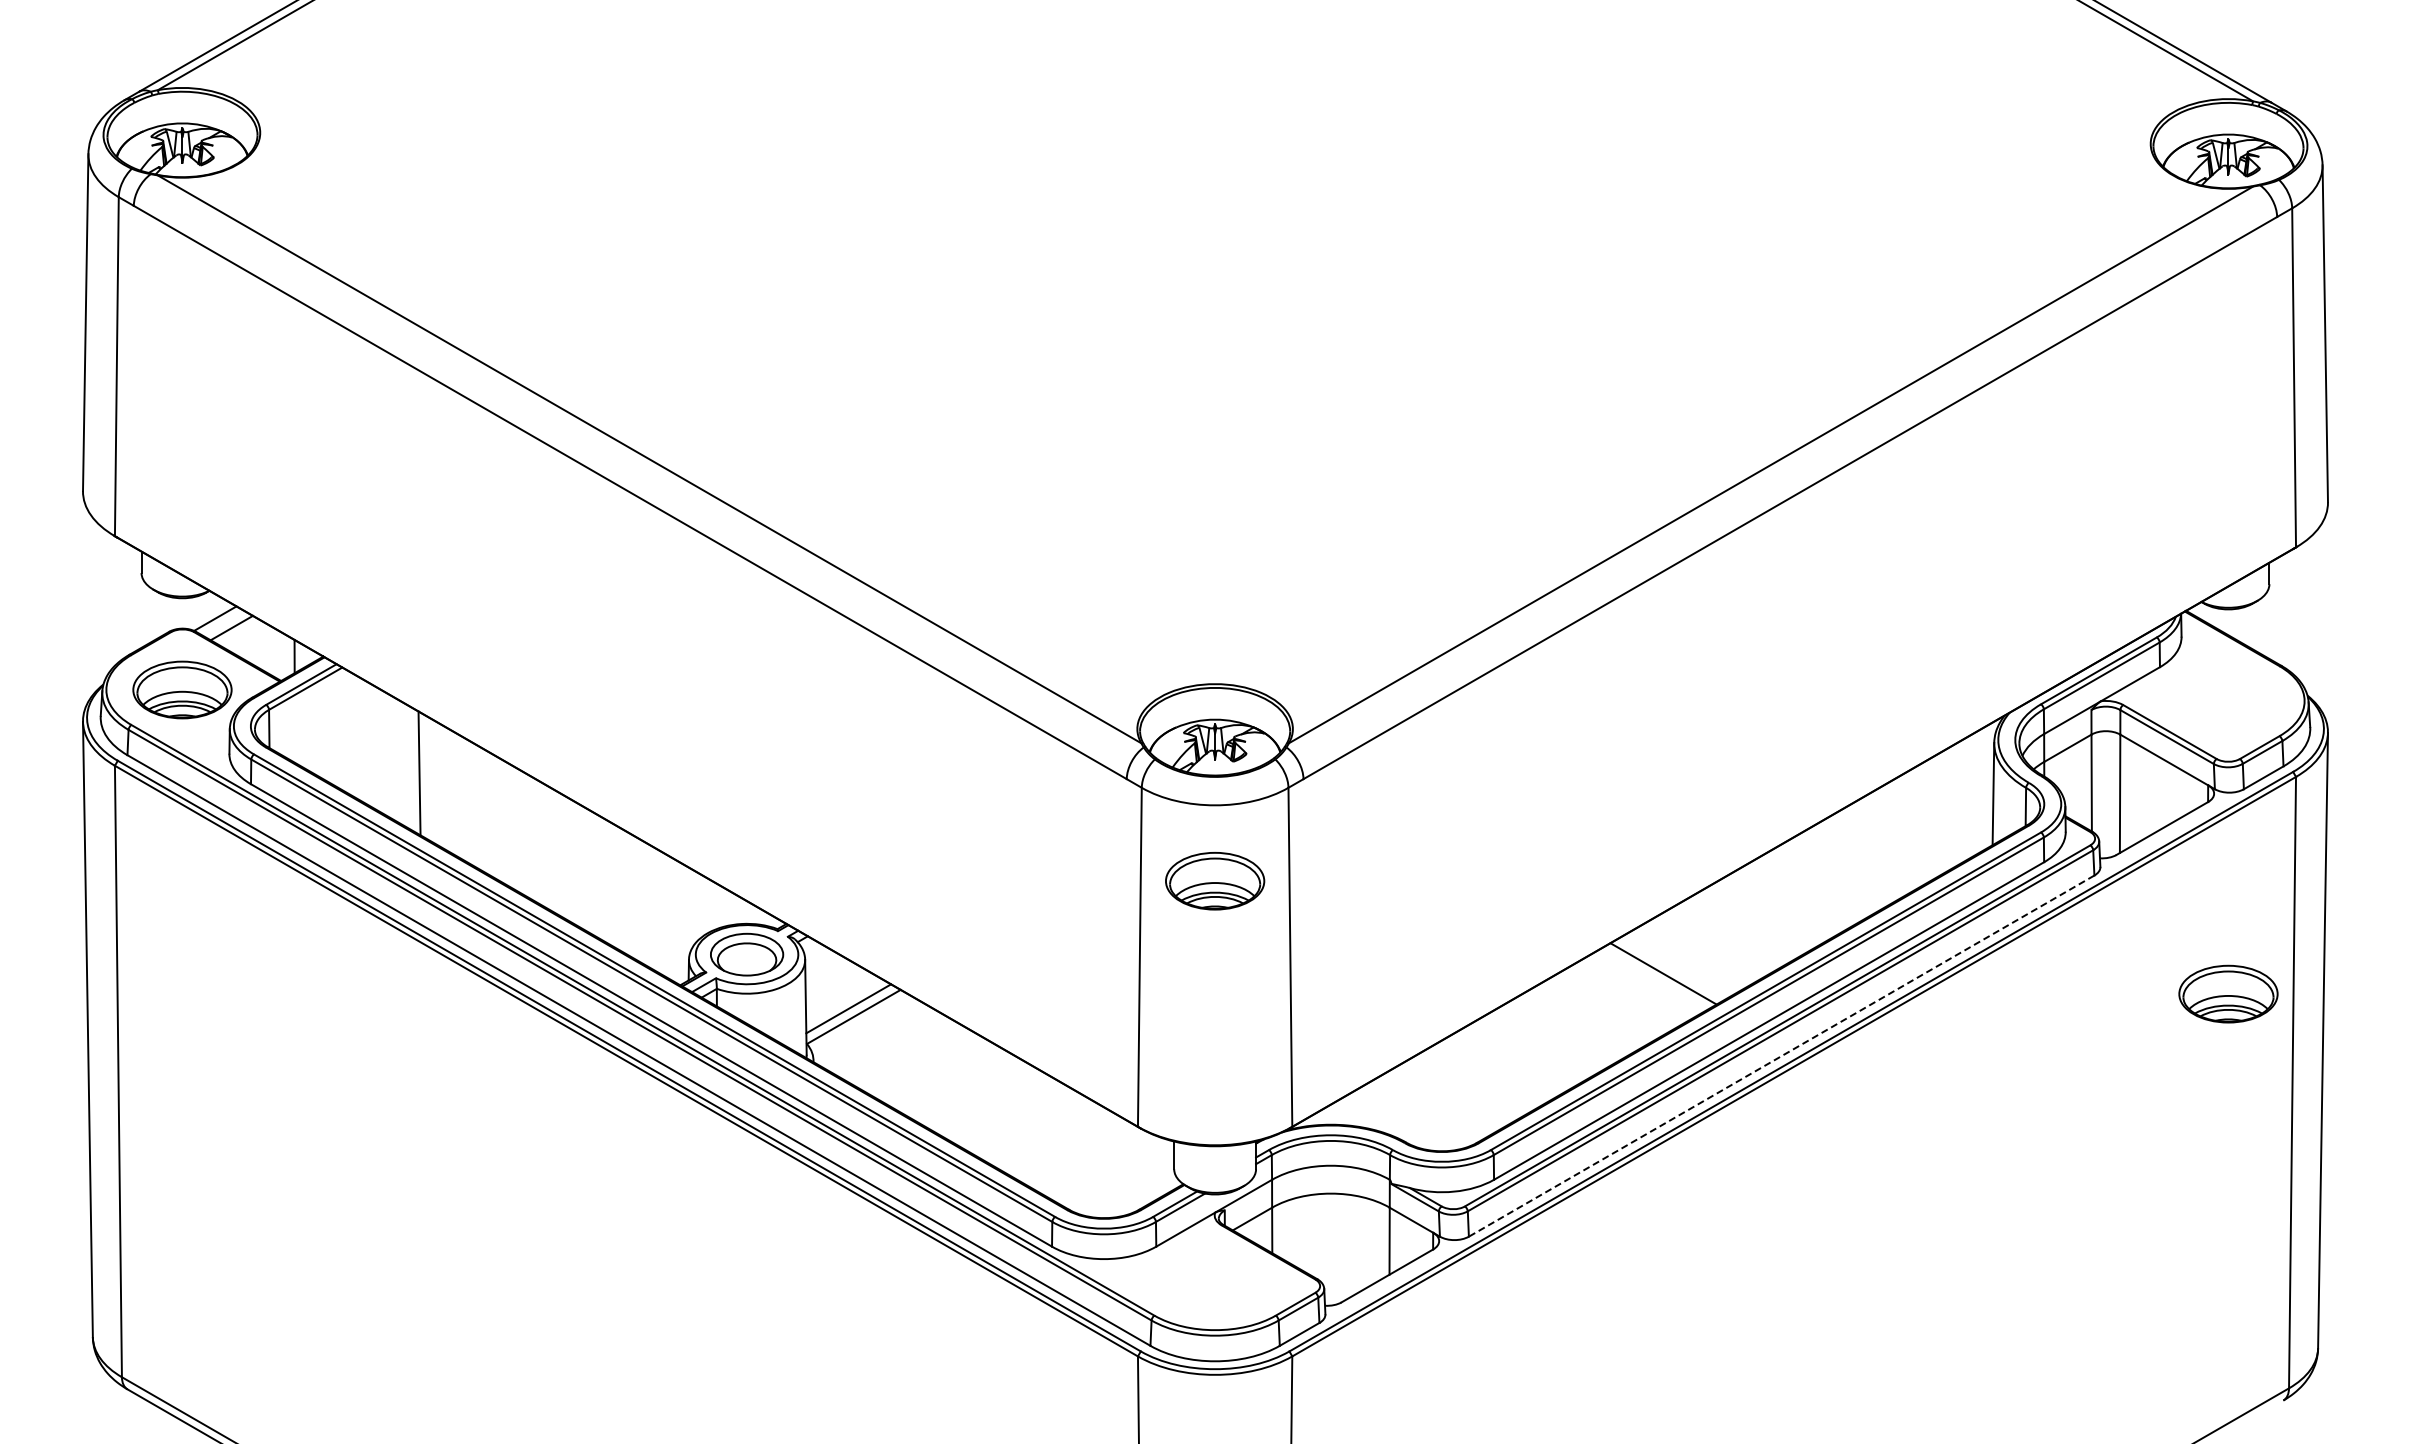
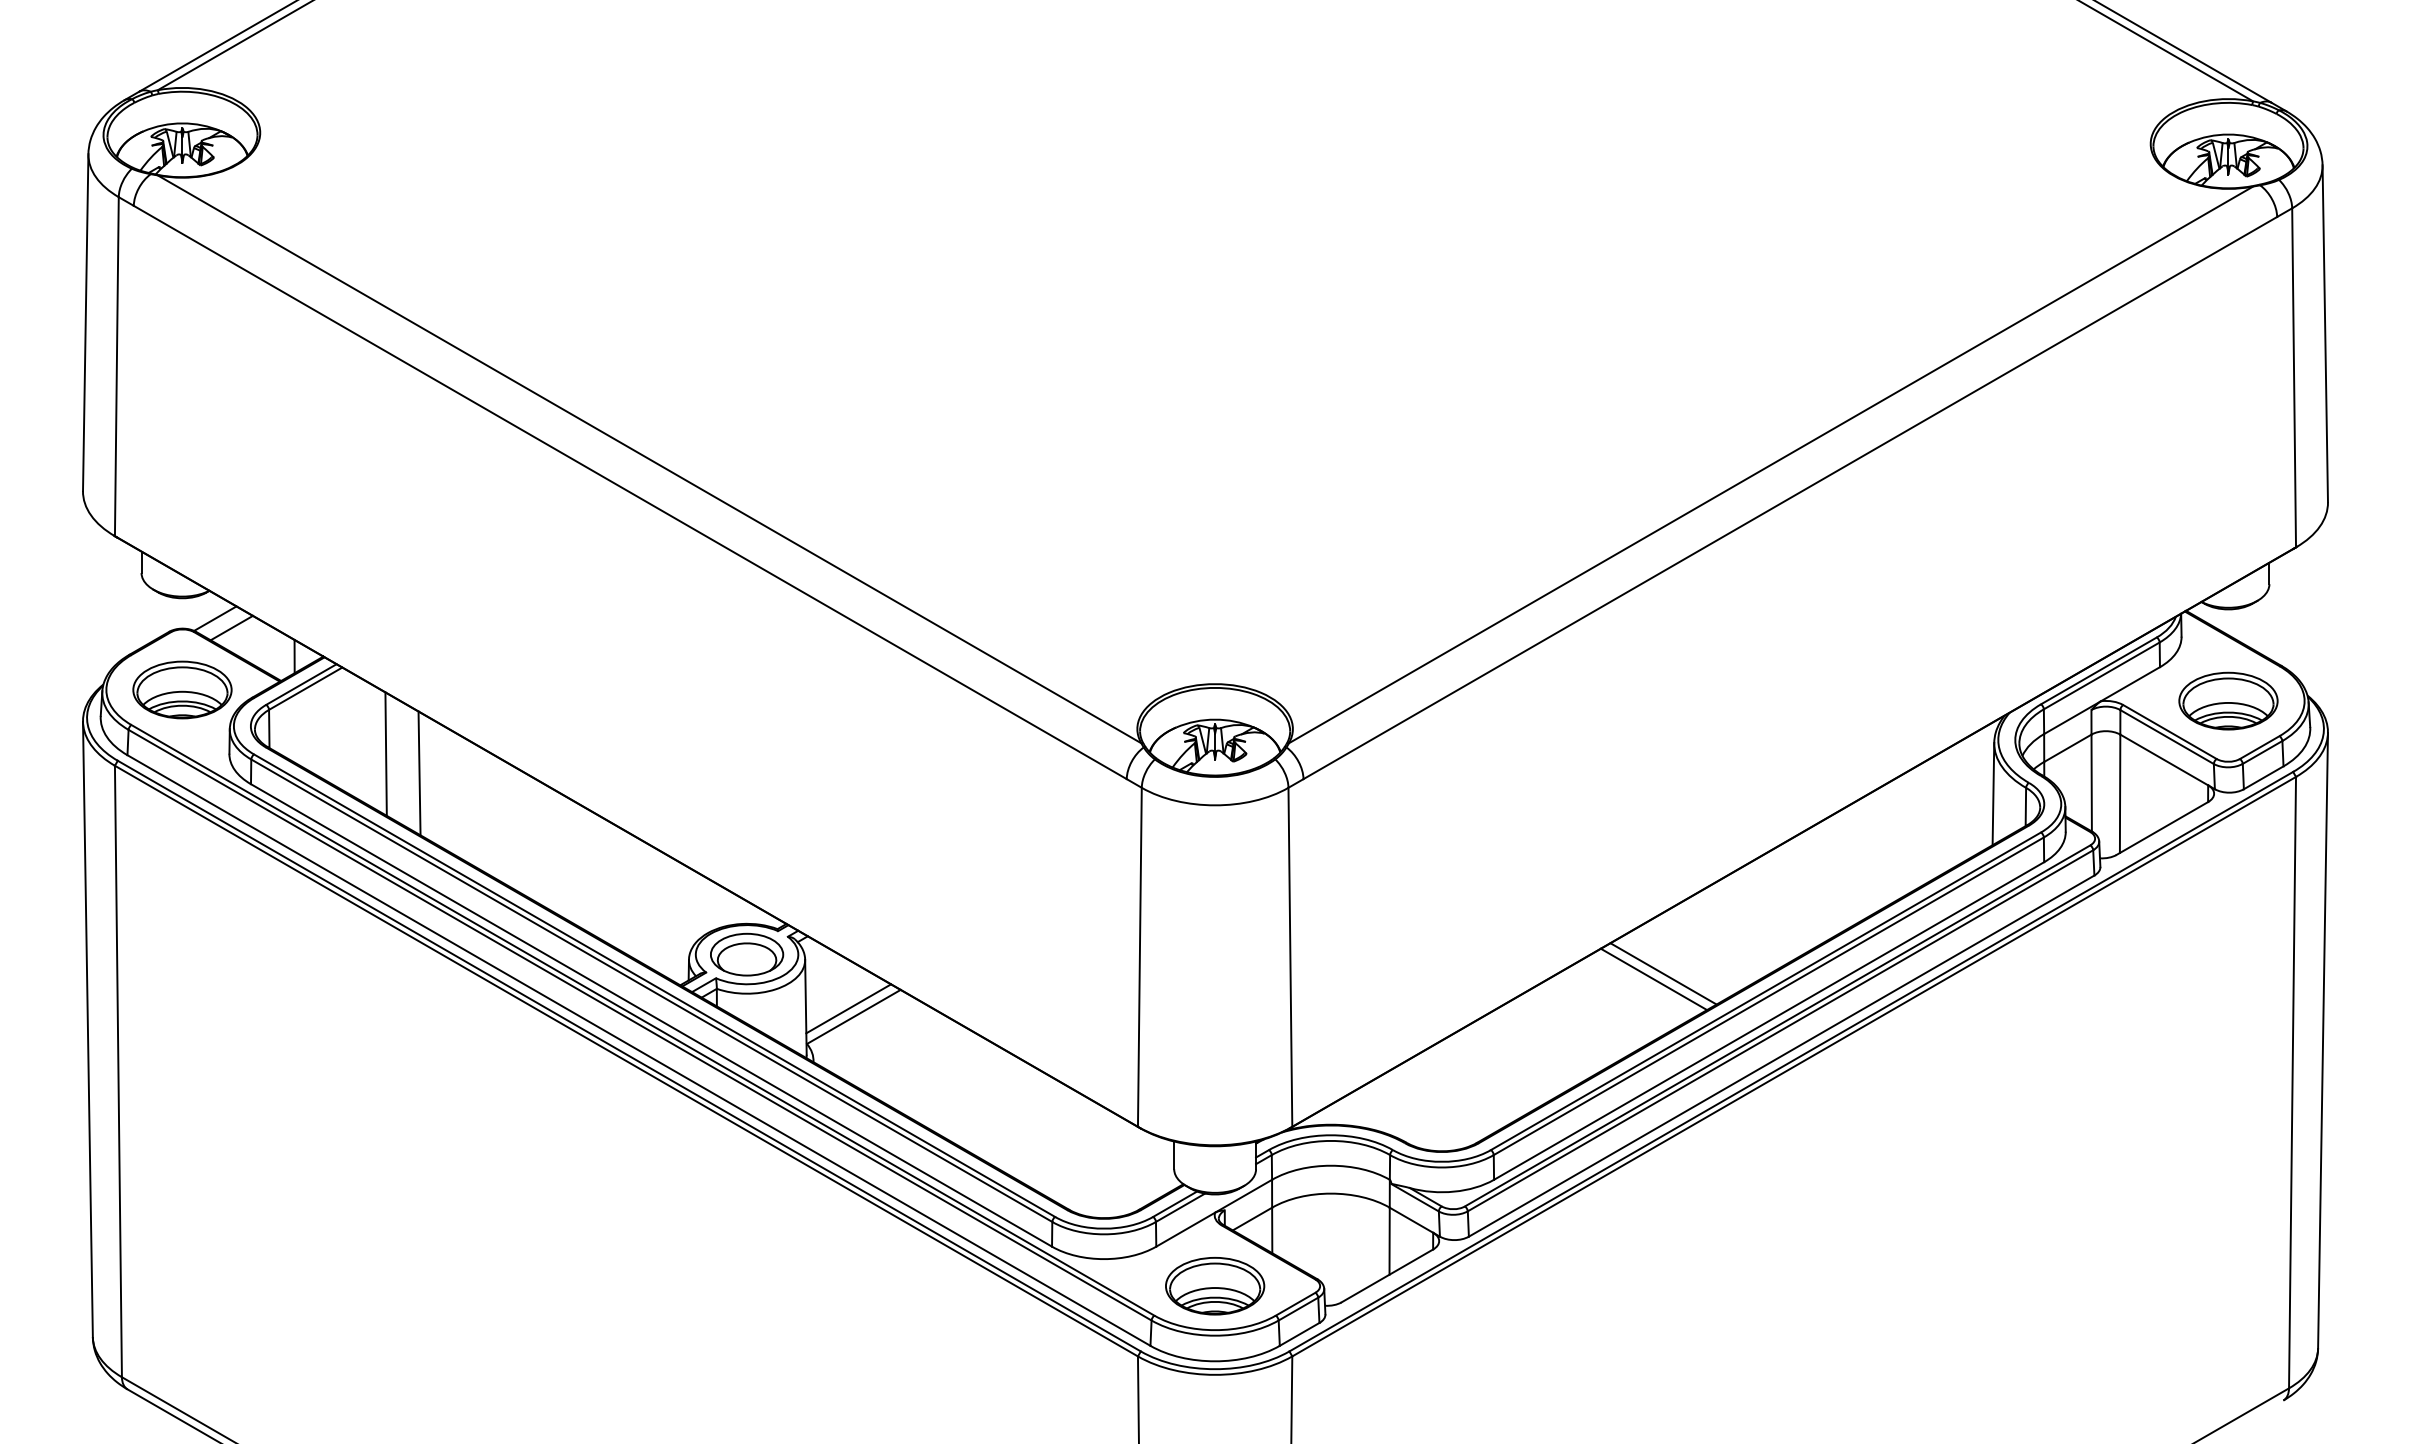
line at (385, 753): none -> present
part at (1215, 881) position: (1215, 881) -> (1215, 1286)
line at (1653, 979): none -> present
part at (2228, 993) position: (2228, 993) -> (2228, 700)
line at (1781, 1056): dashed -> solid
